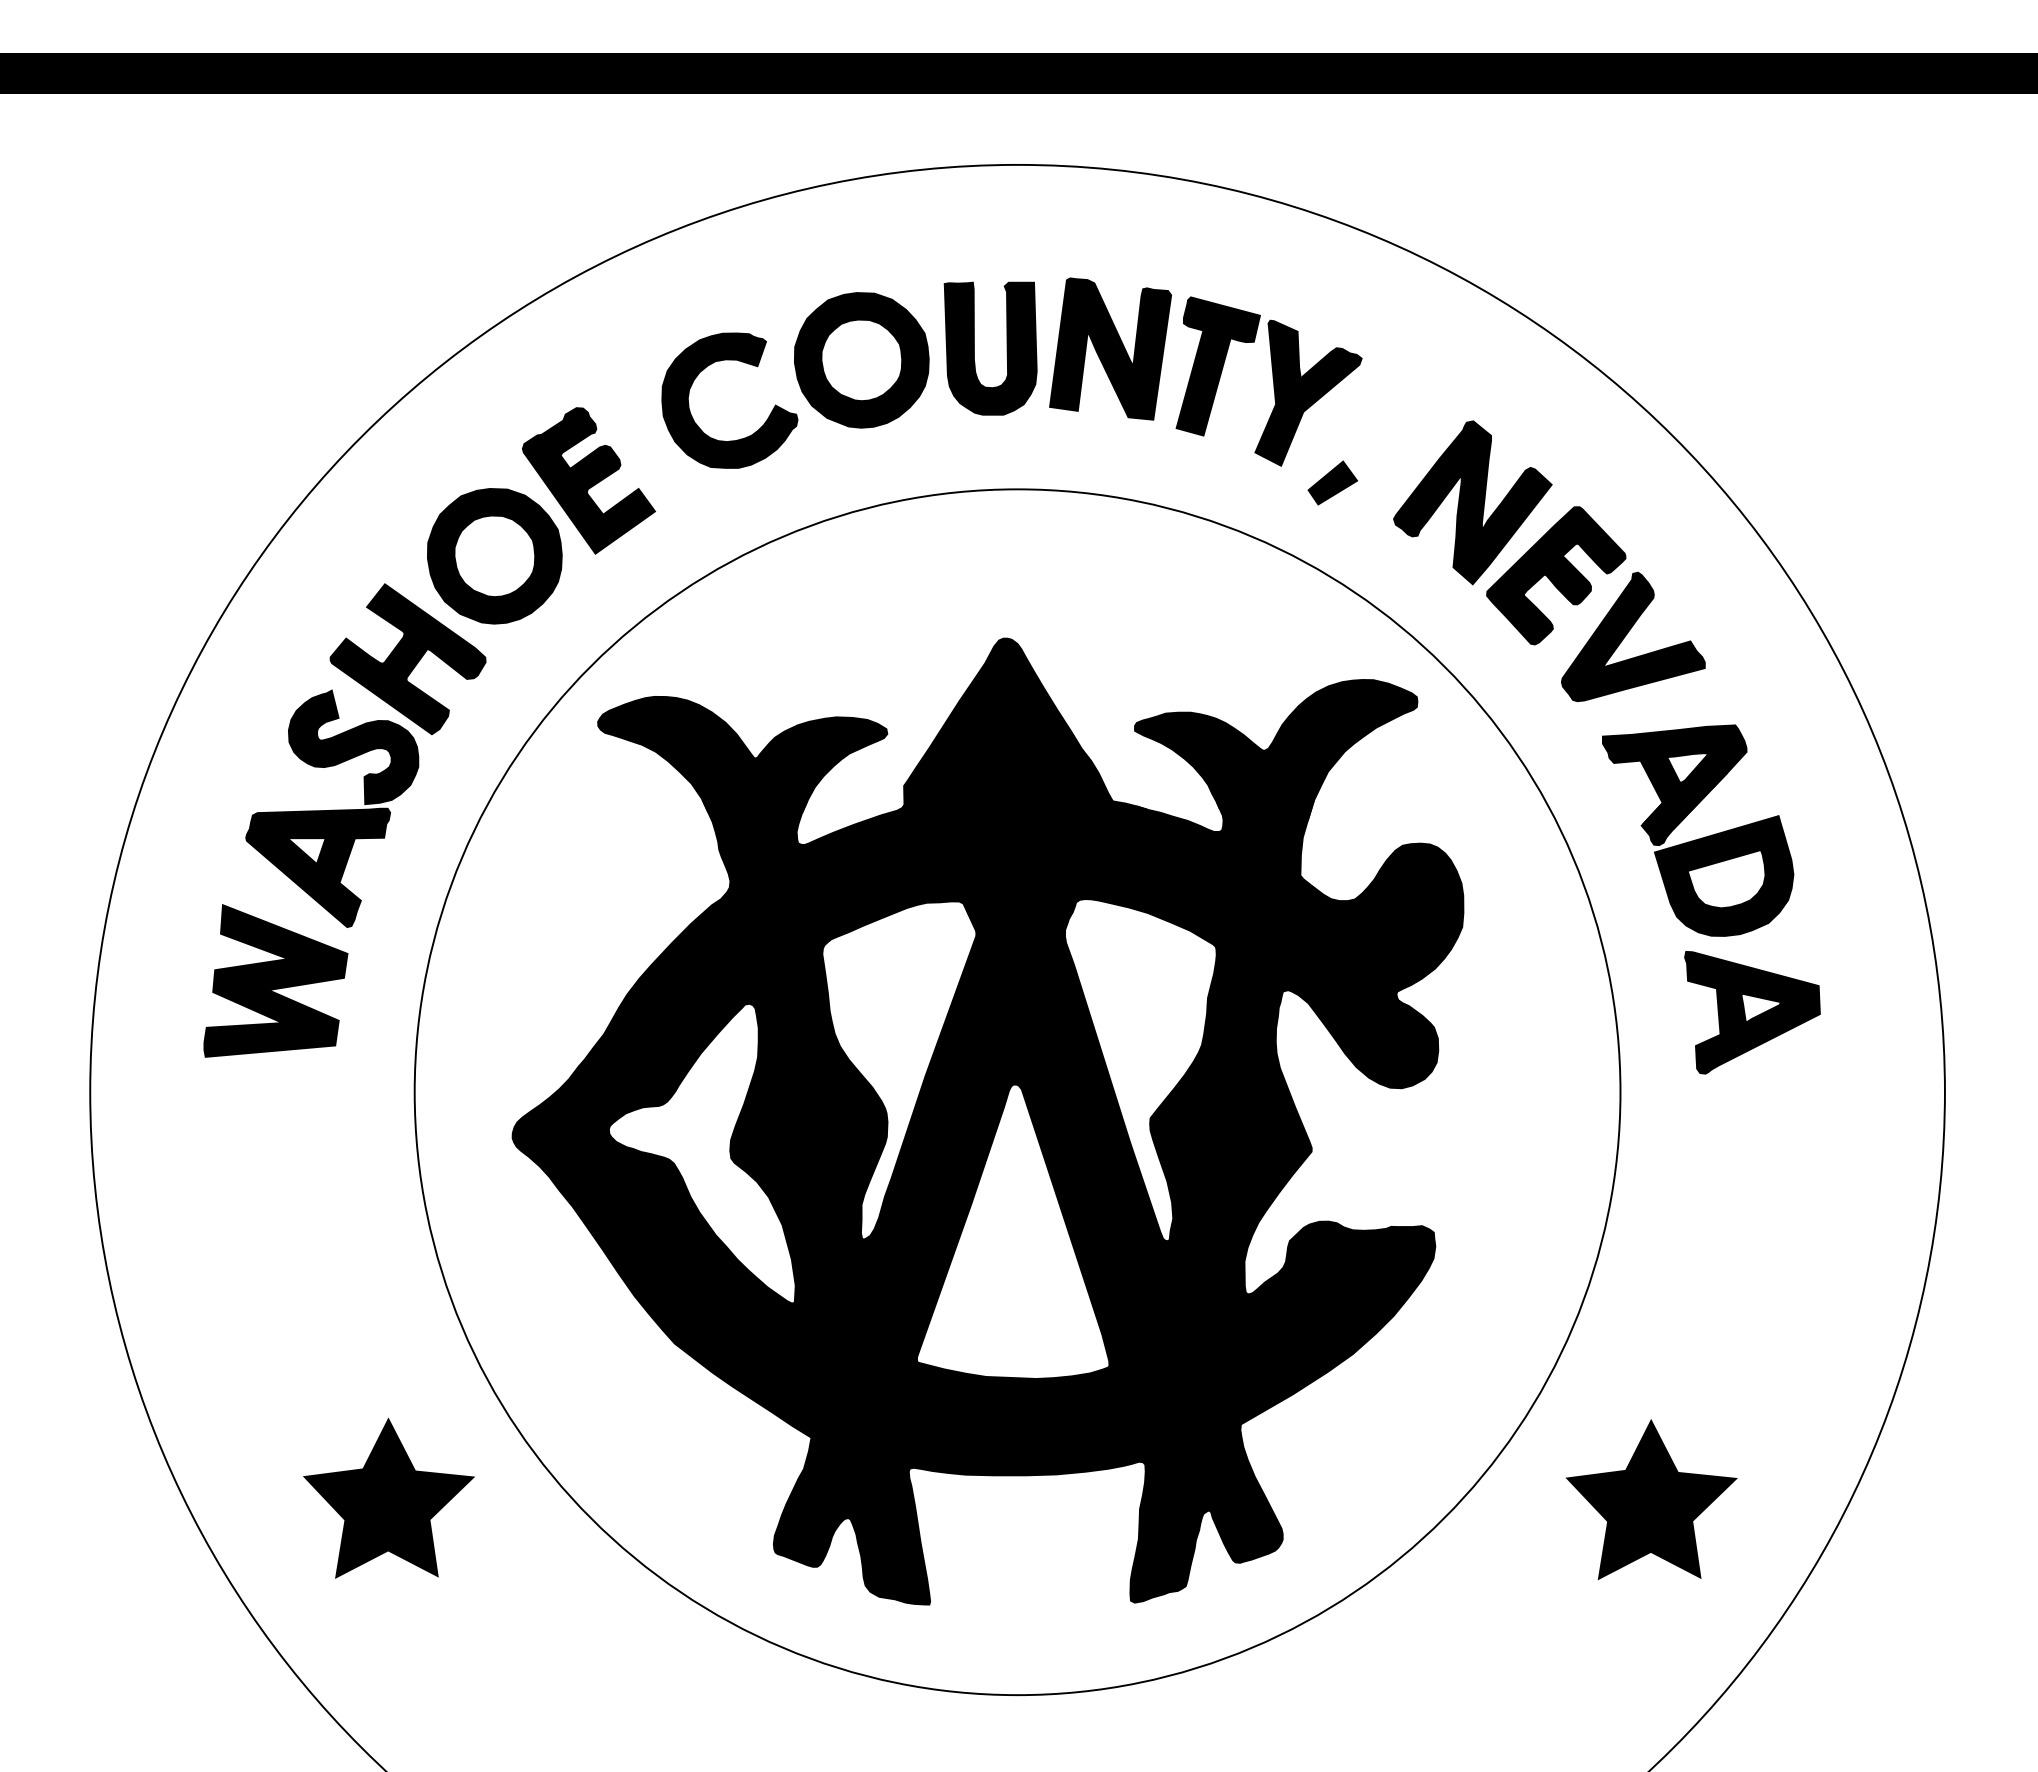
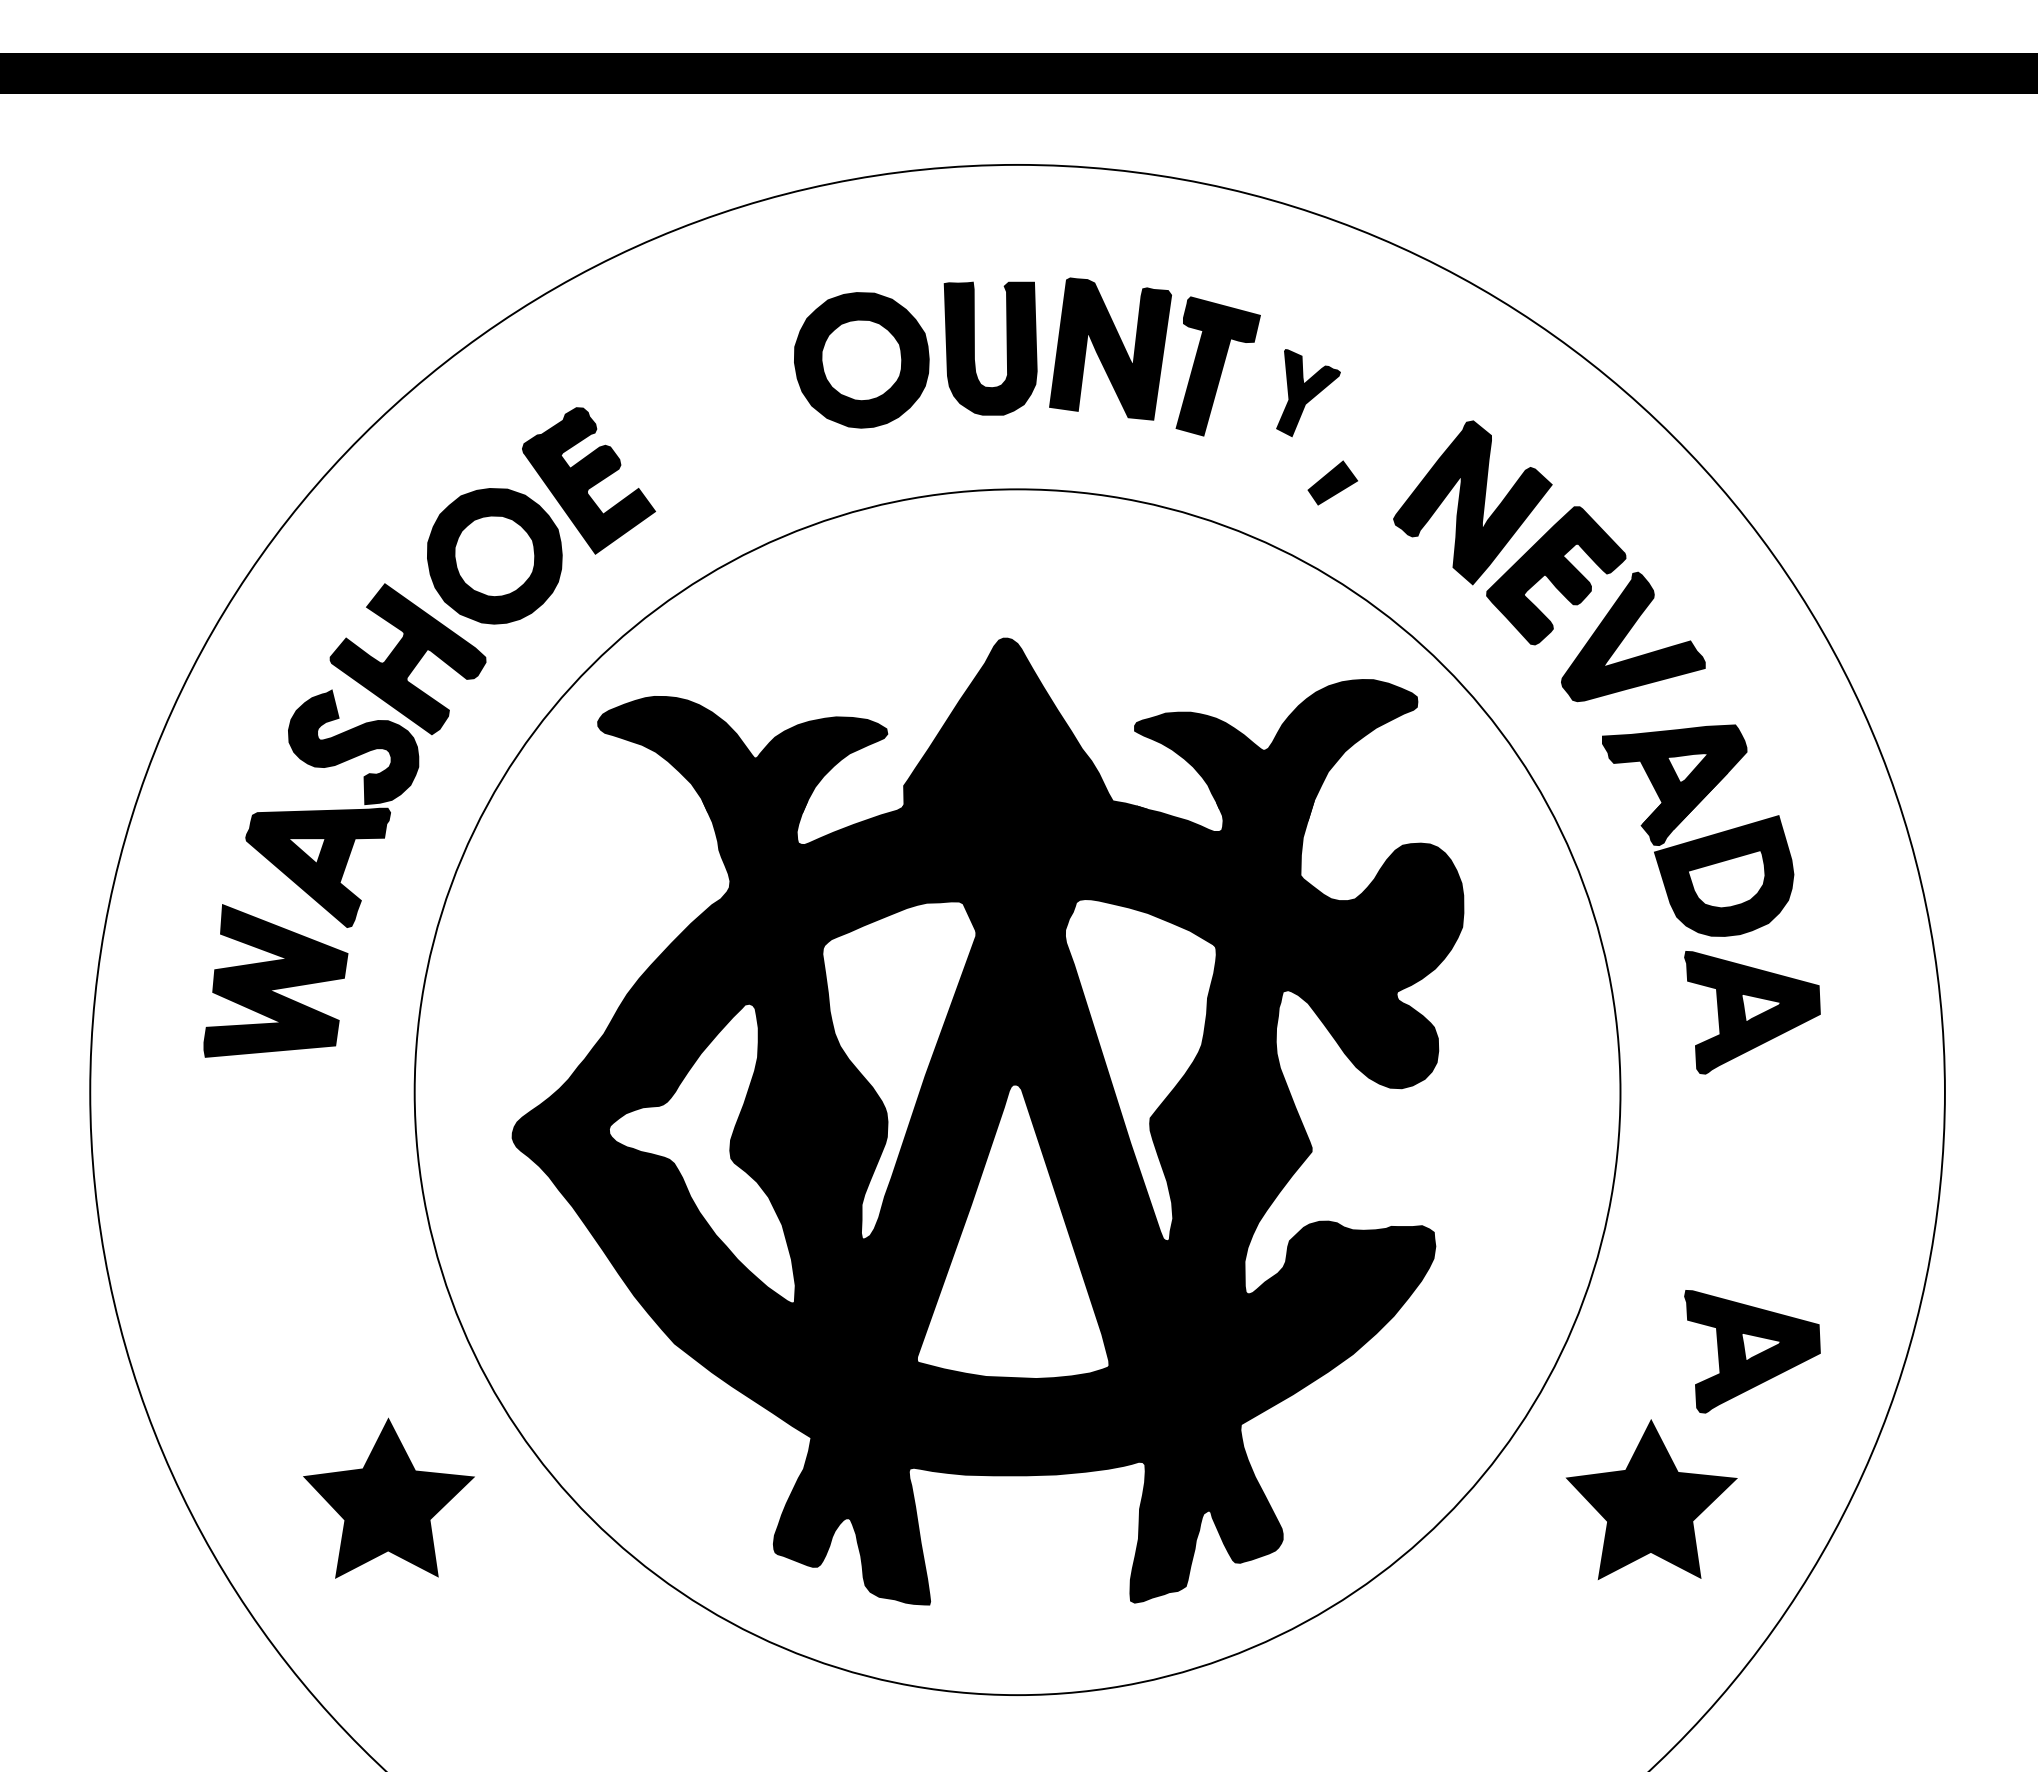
part at (1308, 392) size: 109x148 px -> 65x89 px
part at (740, 438): present -> none
part at (1752, 1351): none -> present
